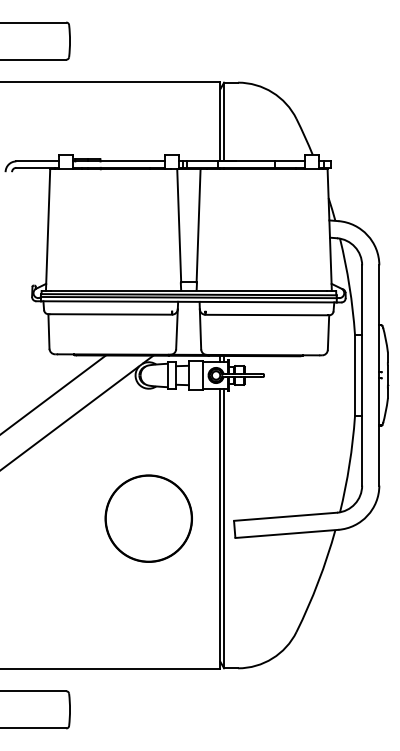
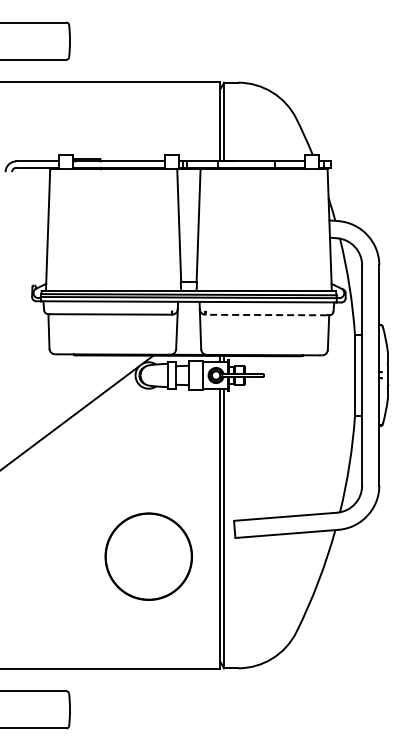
line at (266, 315): solid -> dashed
line at (53, 394): present -> none
circle at (148, 518) position: (148, 518) -> (148, 556)
